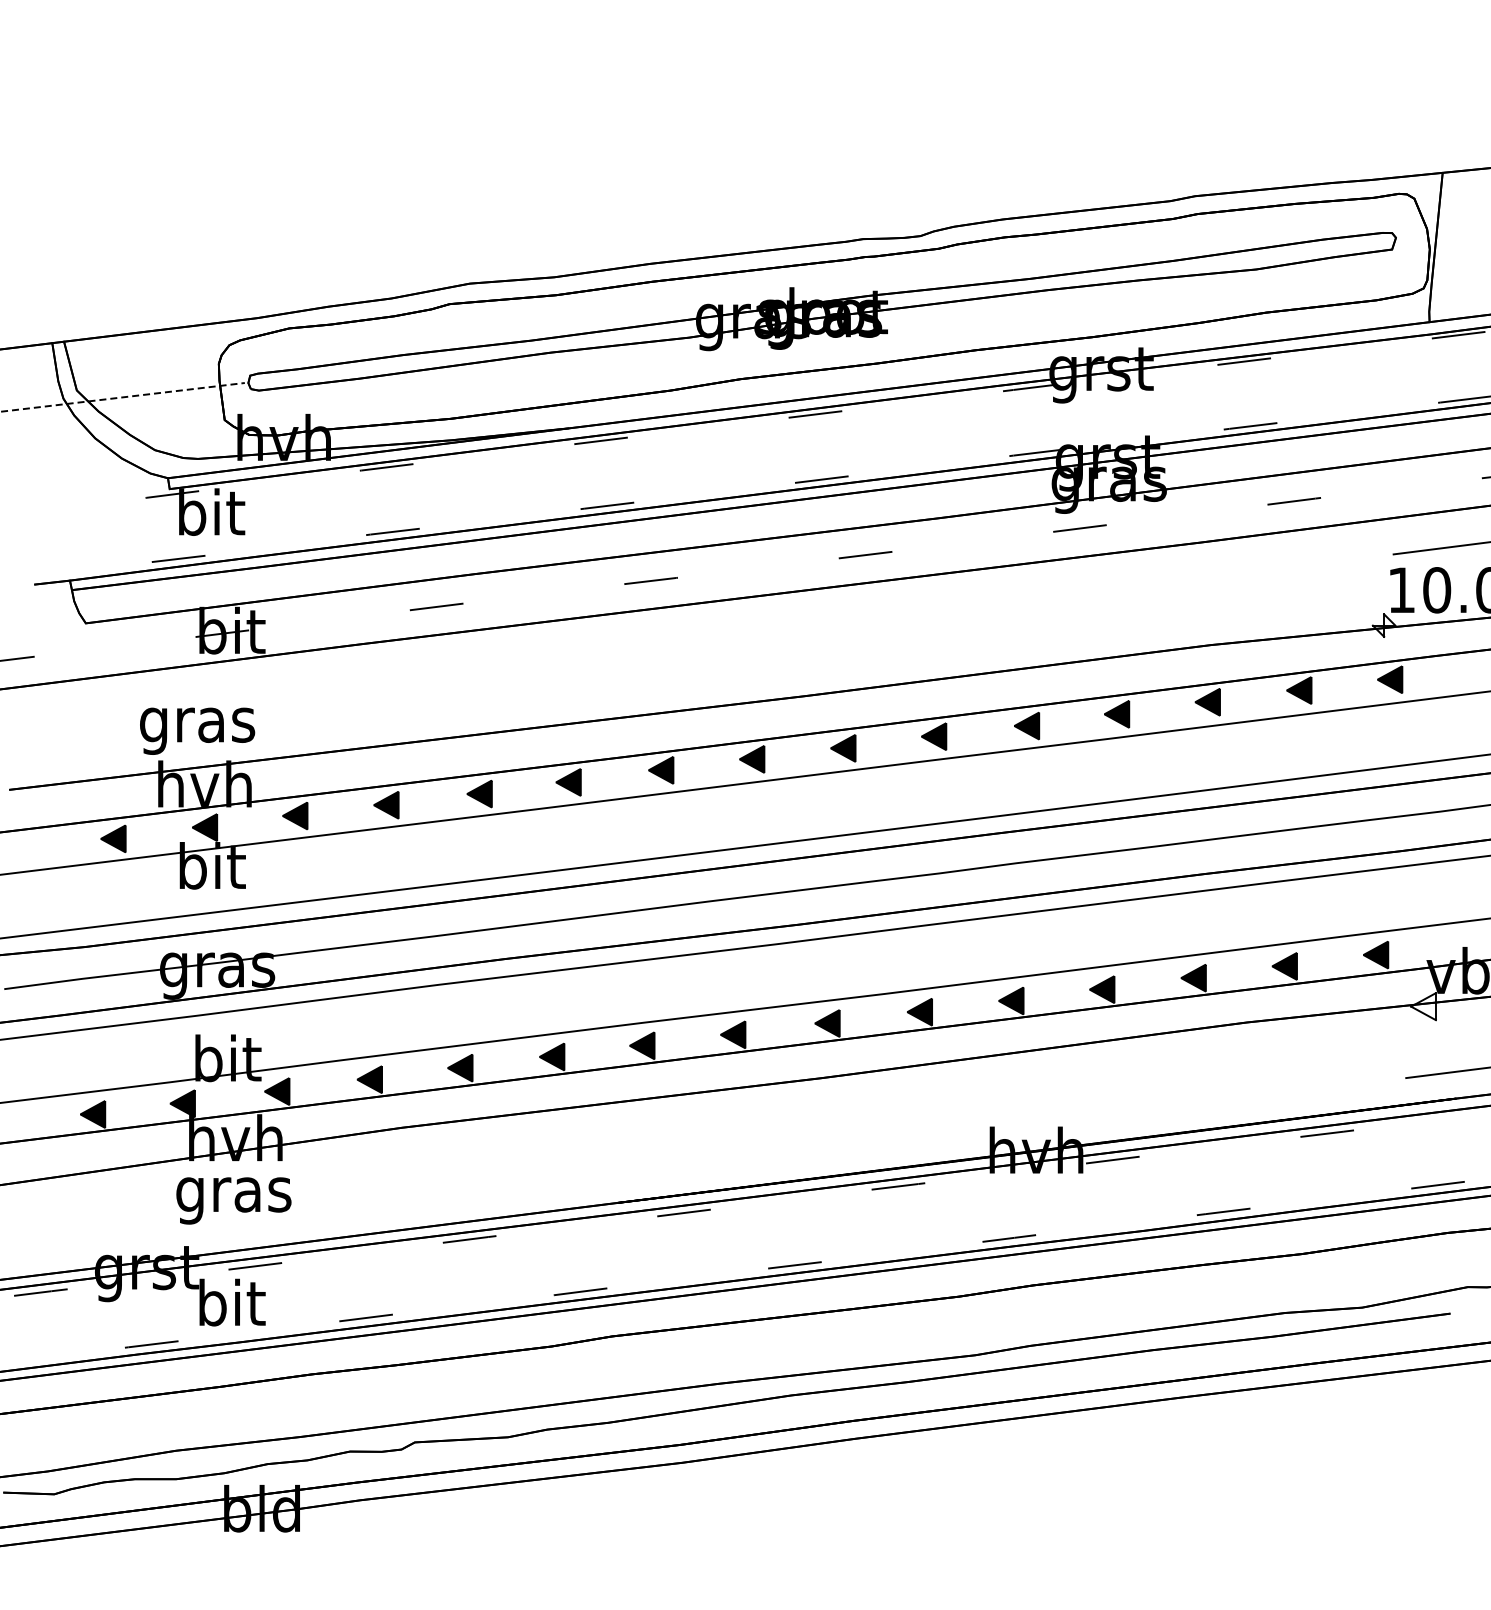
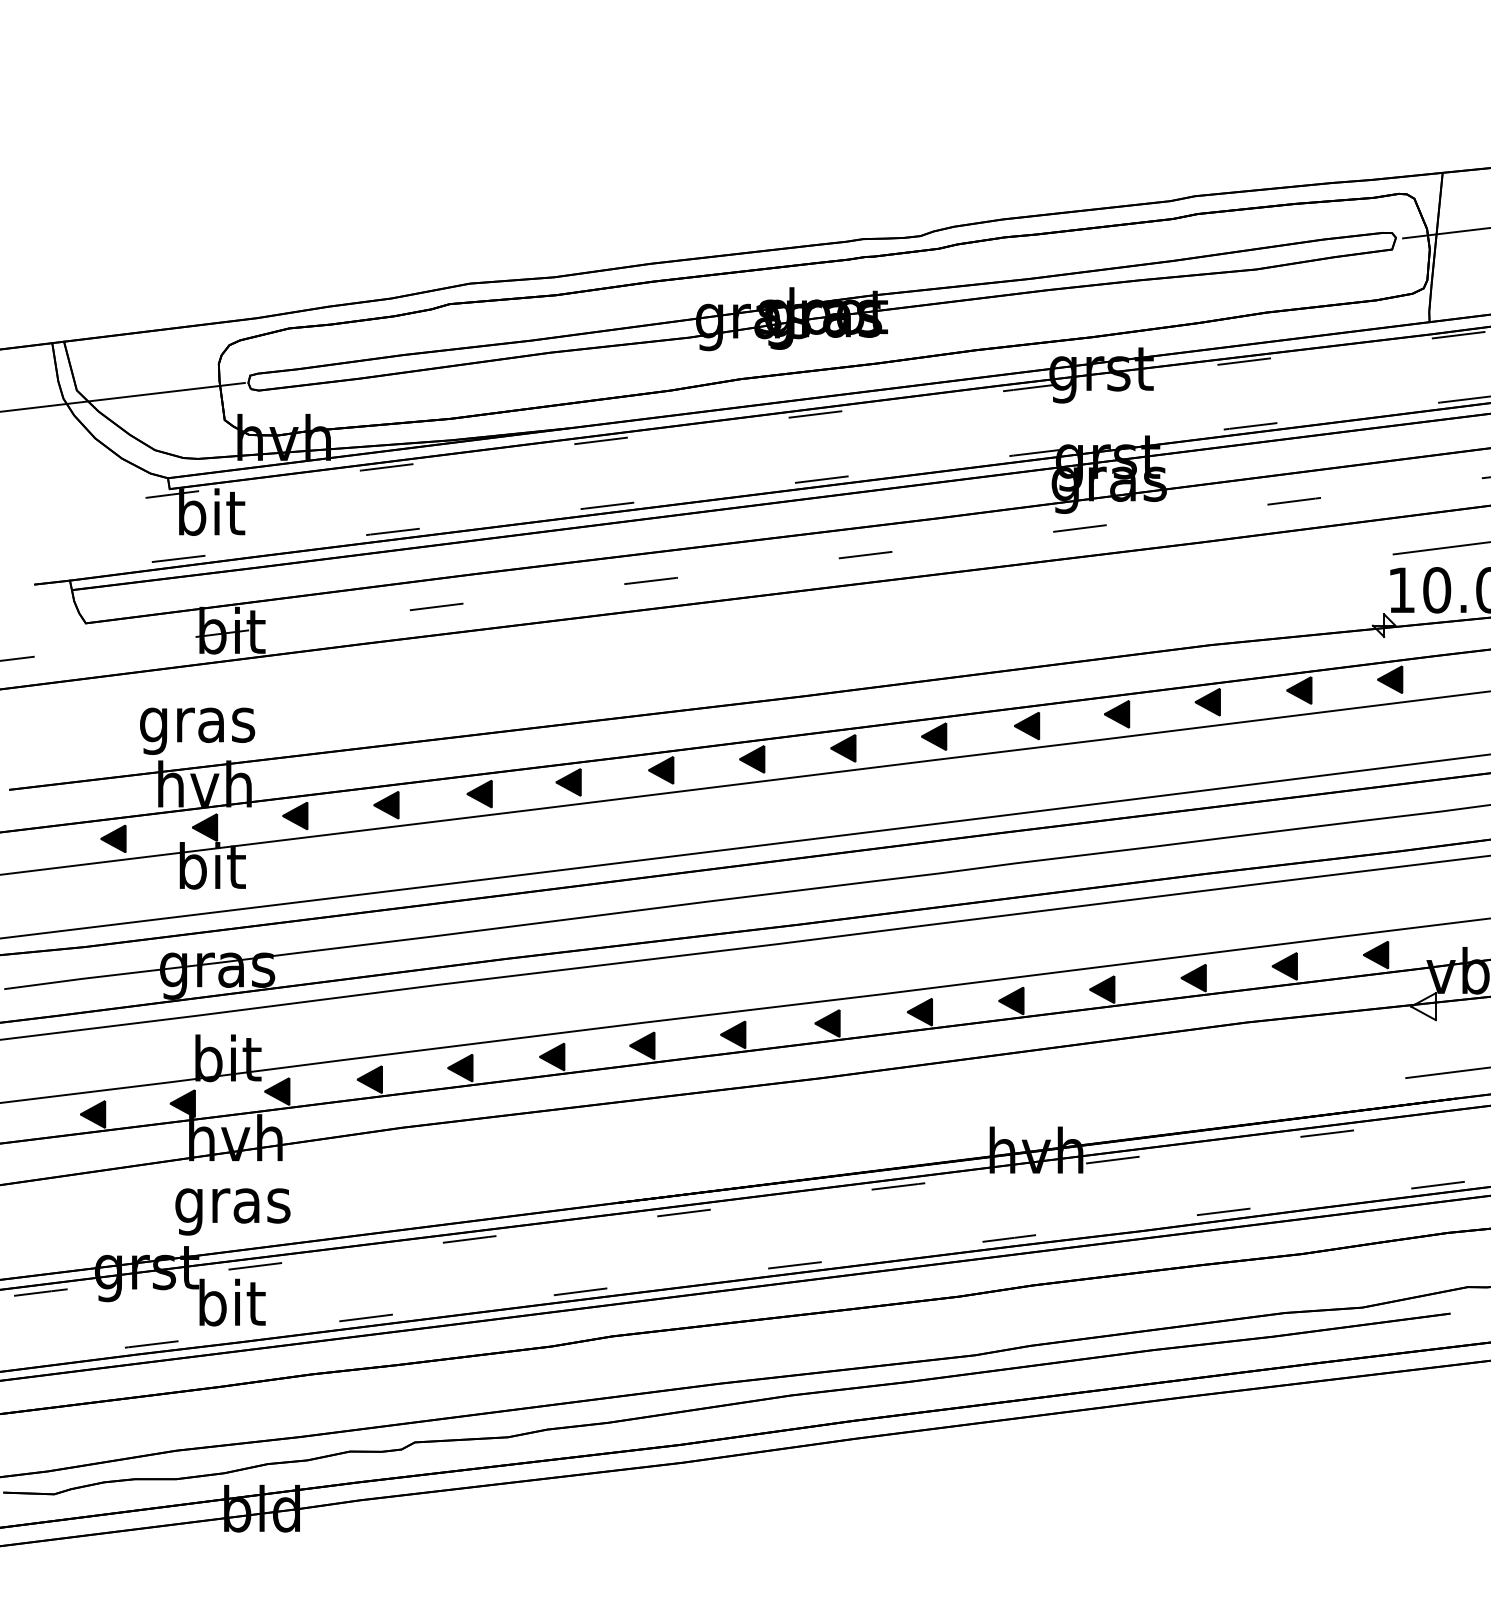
line at (1445, 233): none -> present
line at (122, 397): dashed -> solid
text at (233, 1200) position: (233, 1200) -> (232, 1211)
